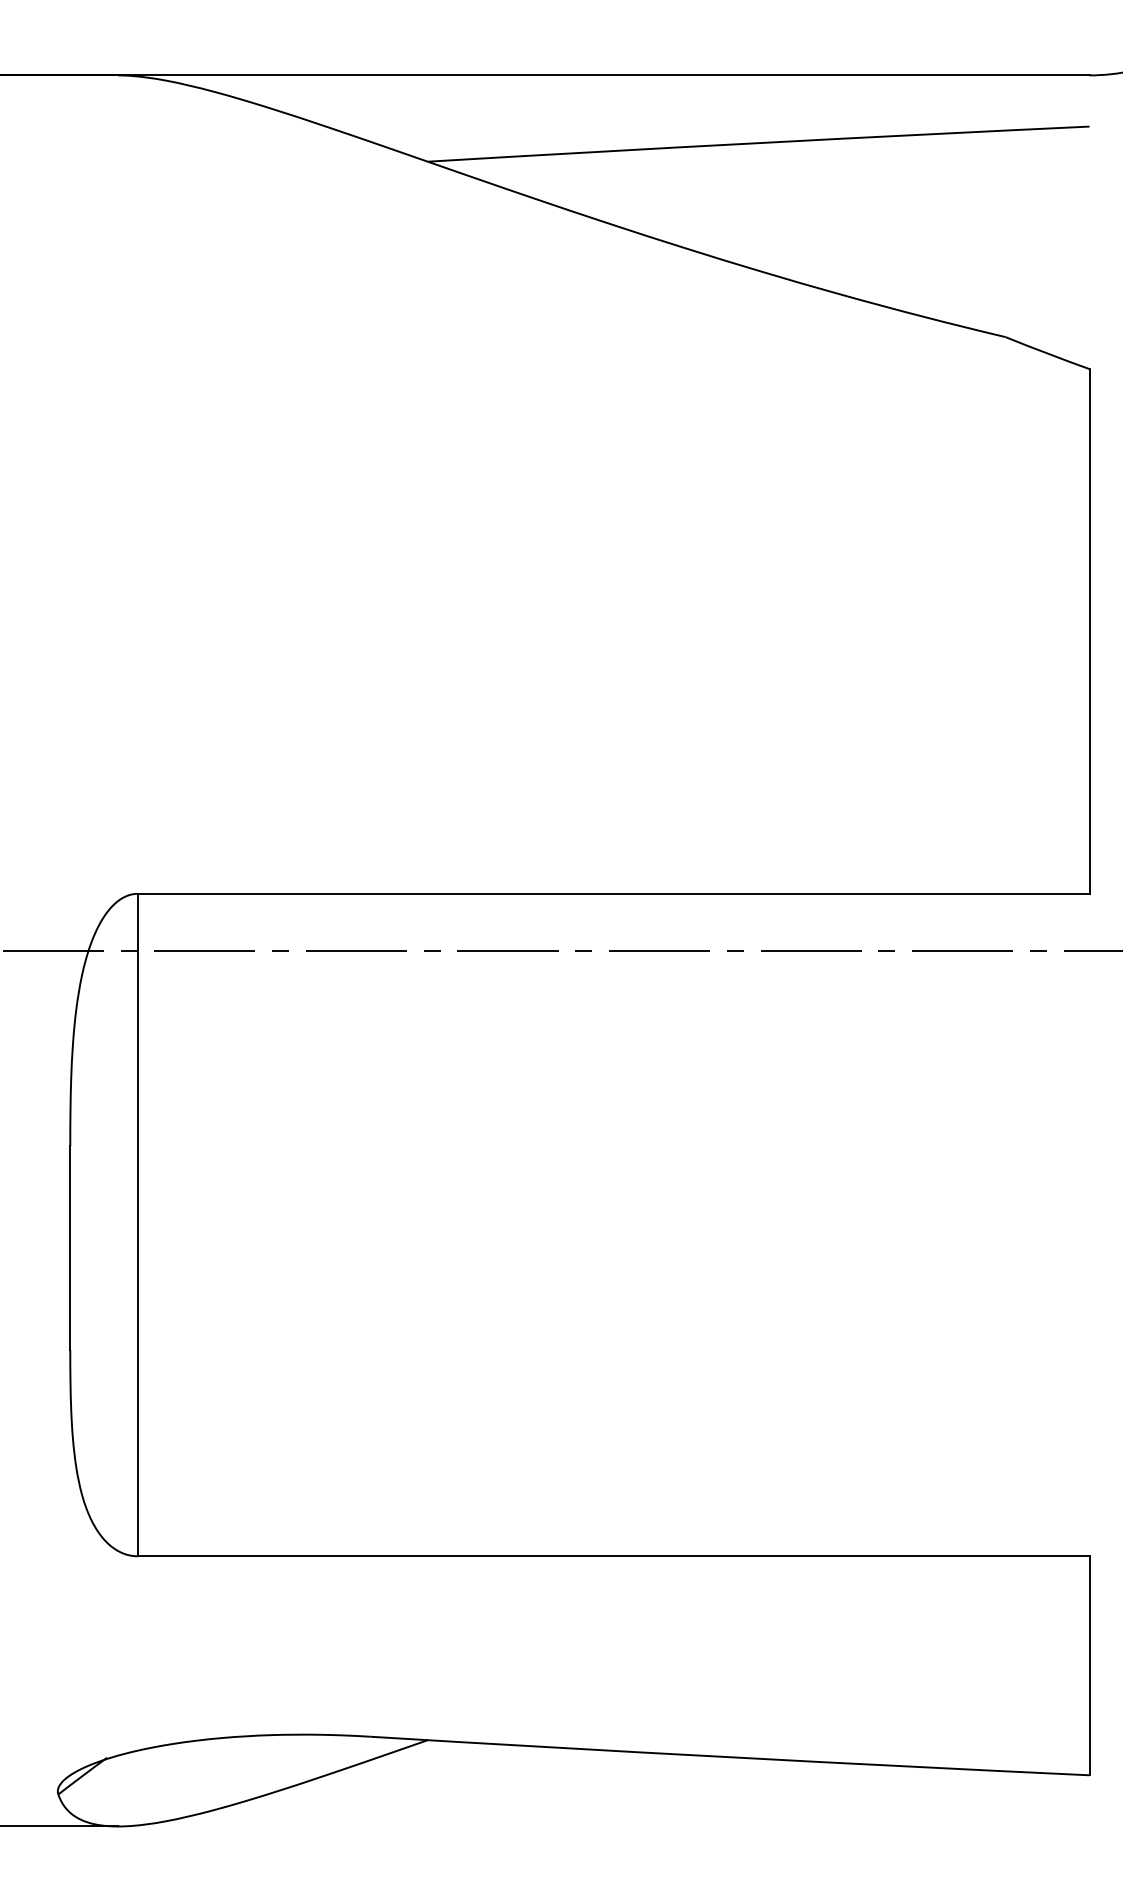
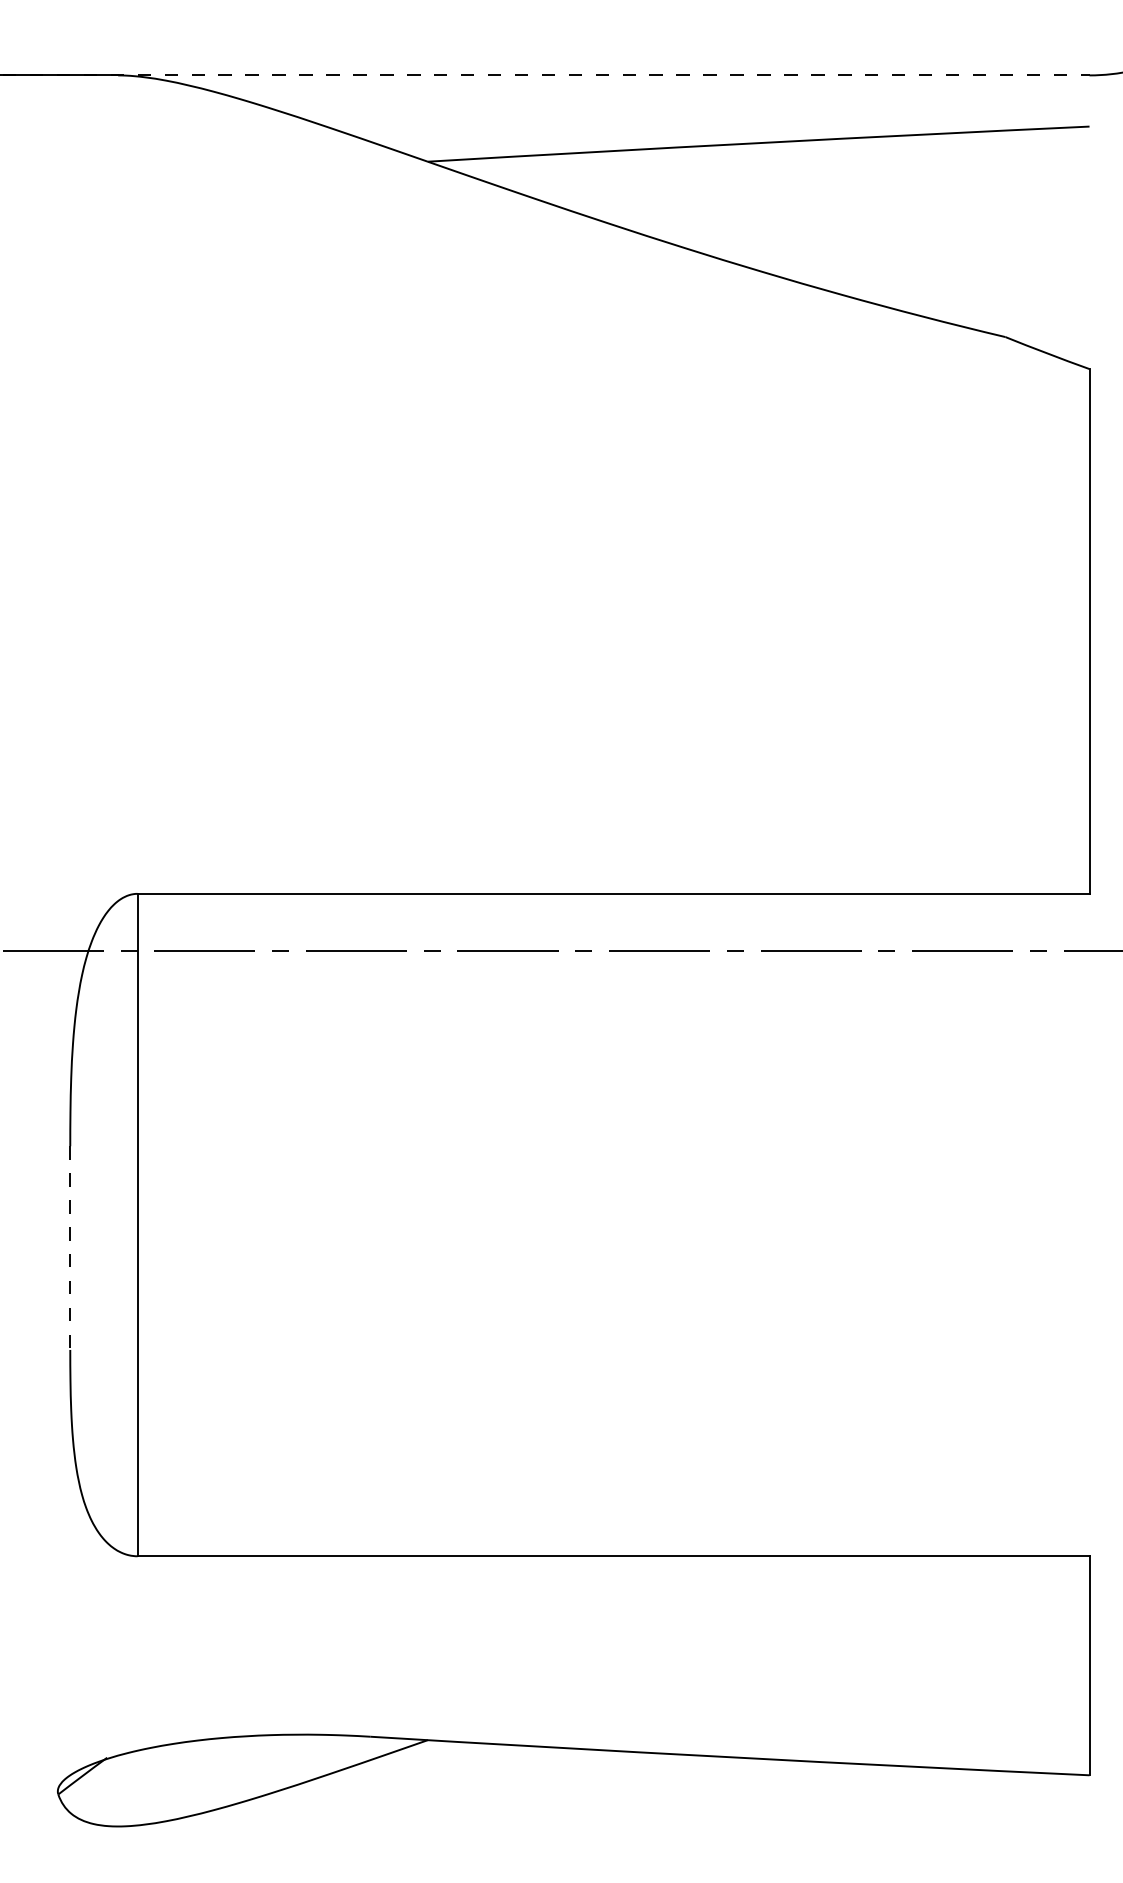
line at (545, 75): solid -> dashed
line at (70, 1248): solid -> dashed
line at (60, 1826): present -> none
